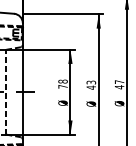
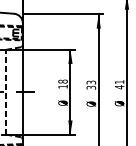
text at (119, 81): 47 -> 41
text at (62, 86): 78 -> 18
text at (91, 87): 43 -> 33
